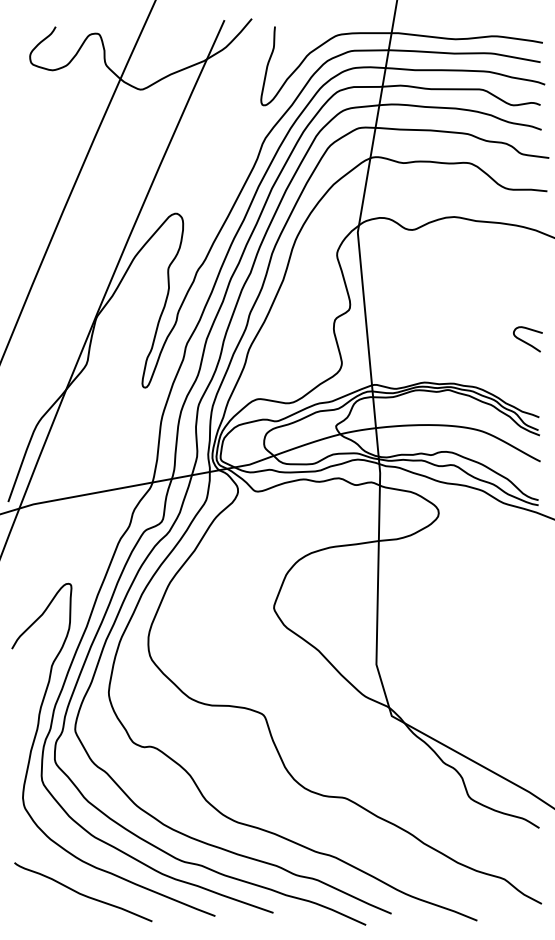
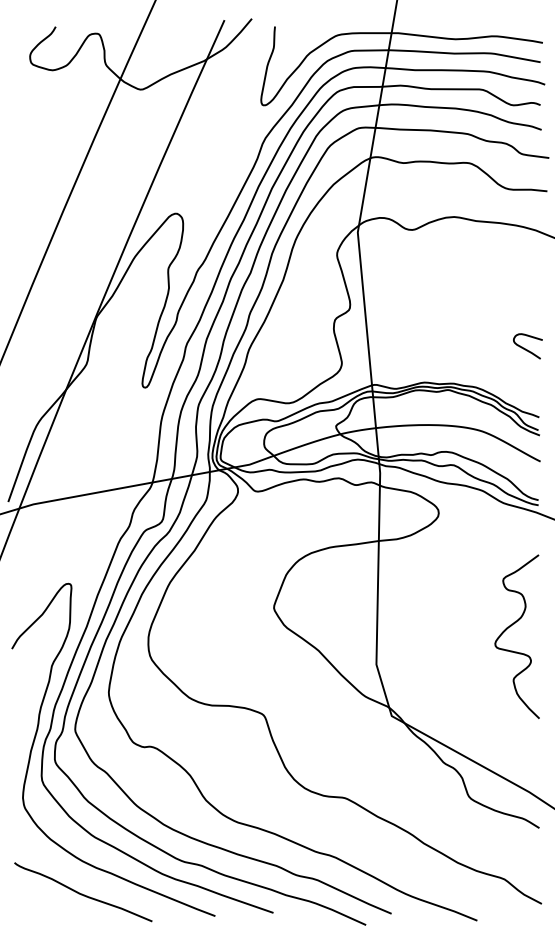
curve at (525, 341) position: (525, 341) -> (525, 348)
curve at (510, 627): none -> present
